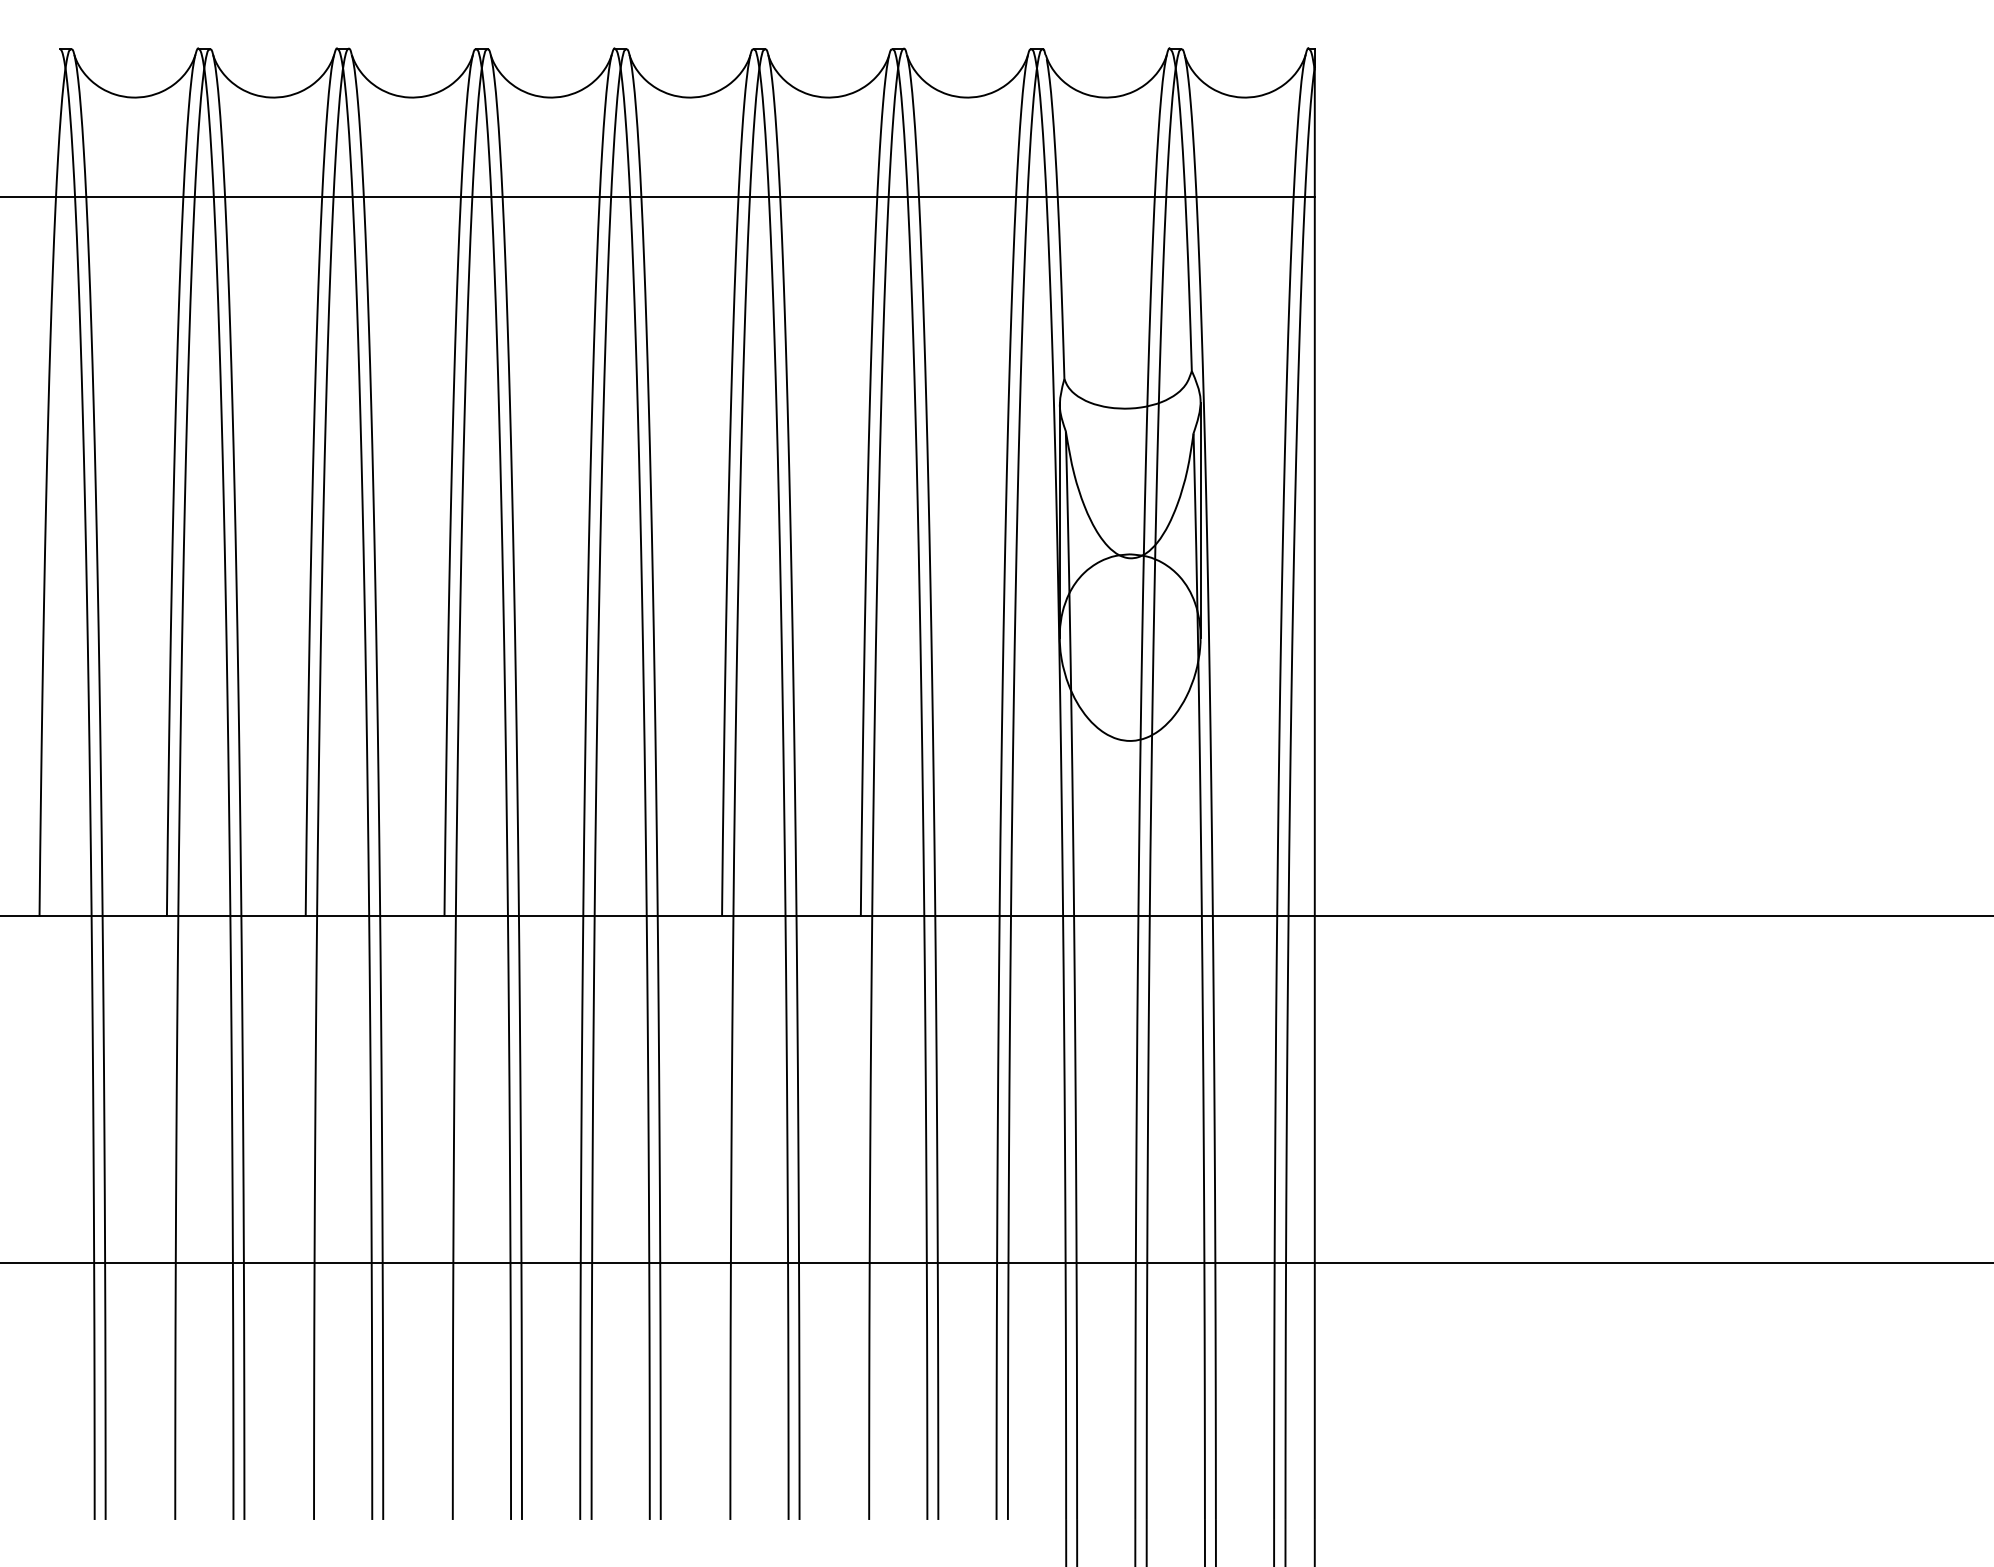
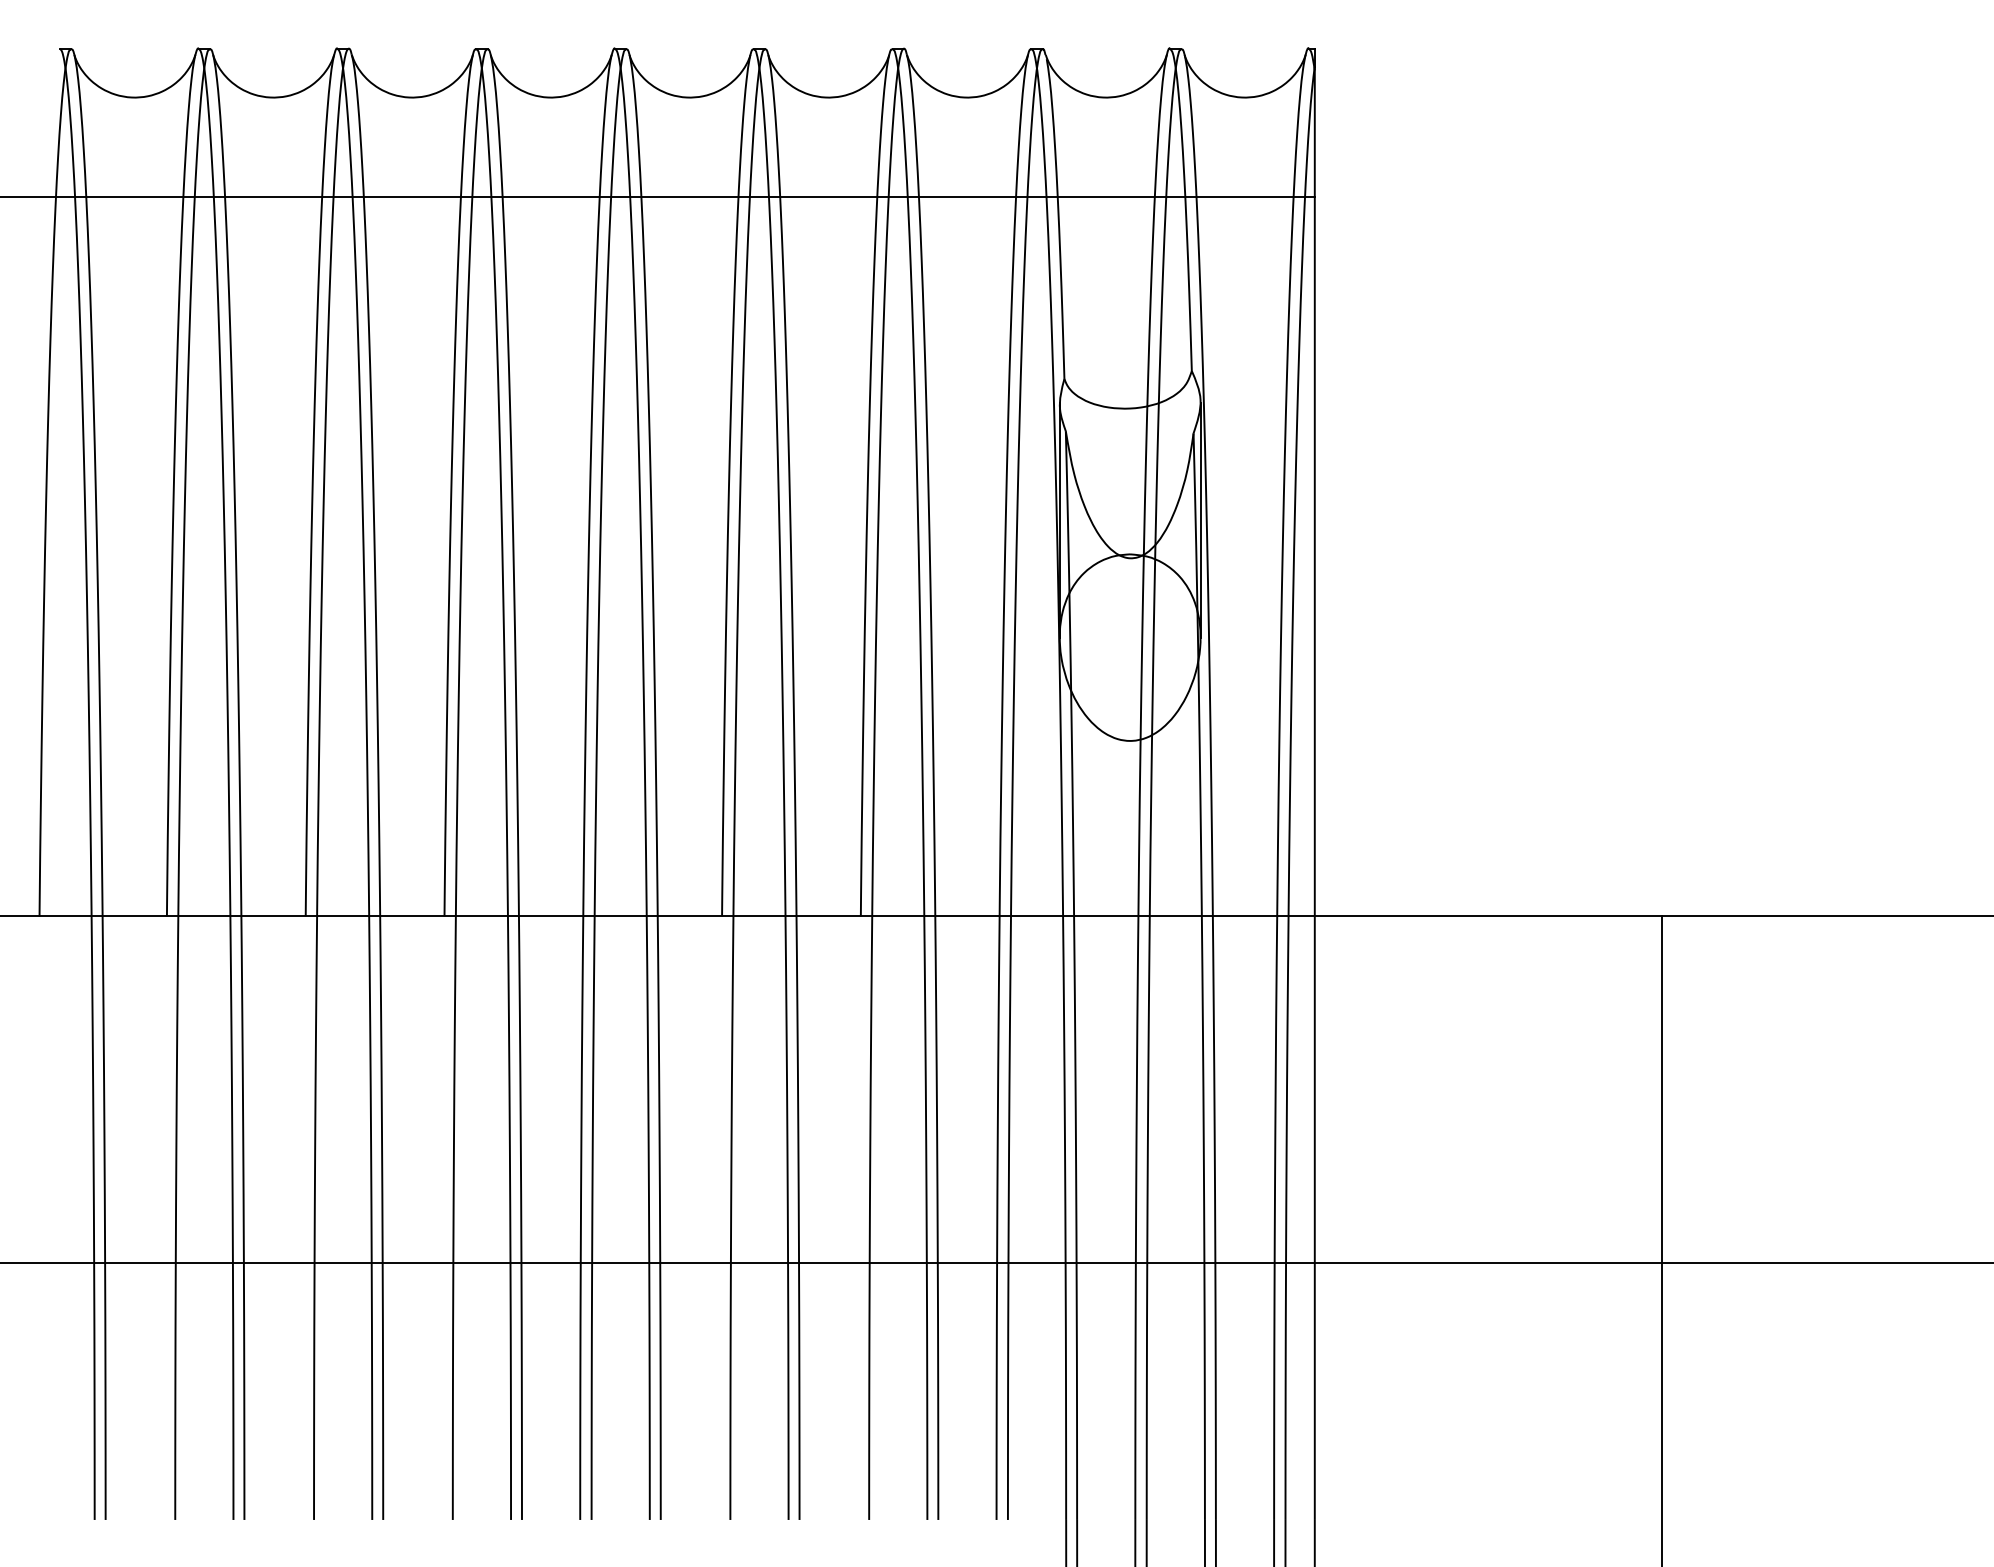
line at (1661, 1239): none -> present
